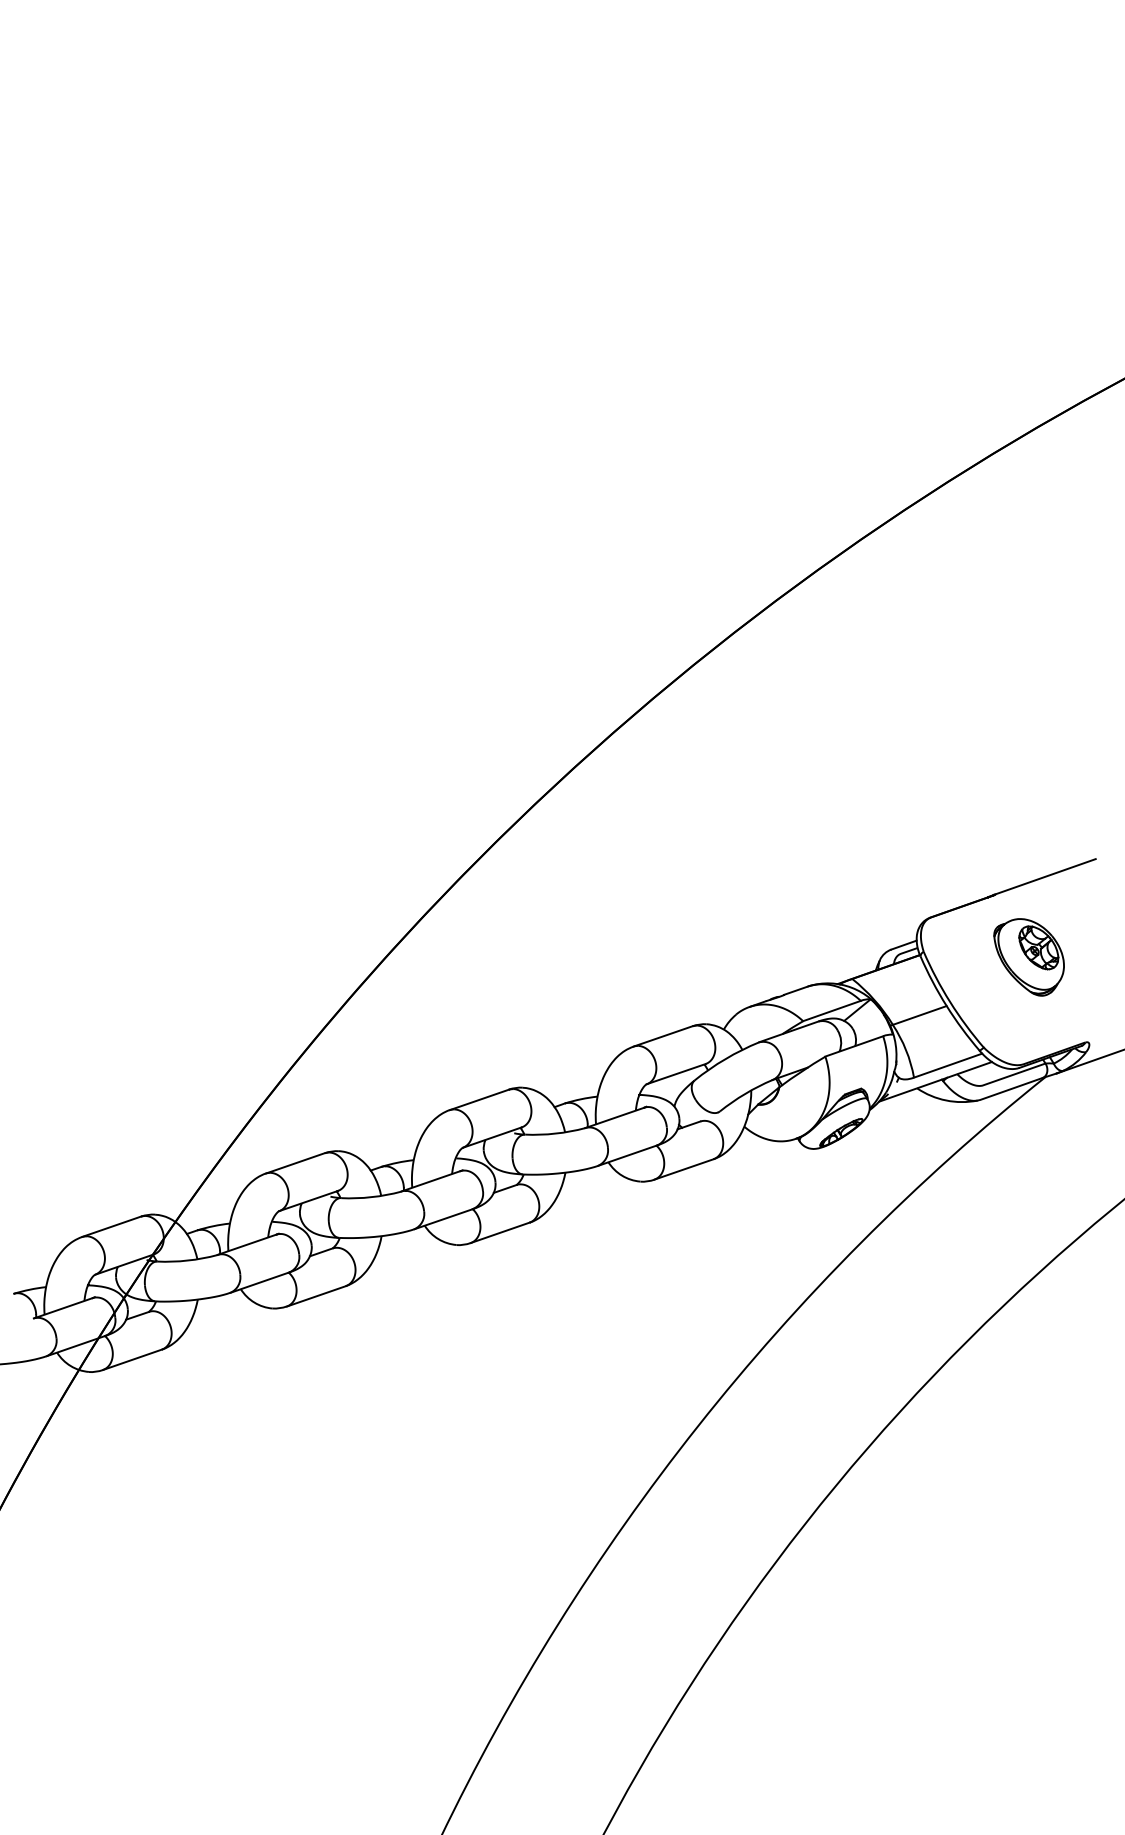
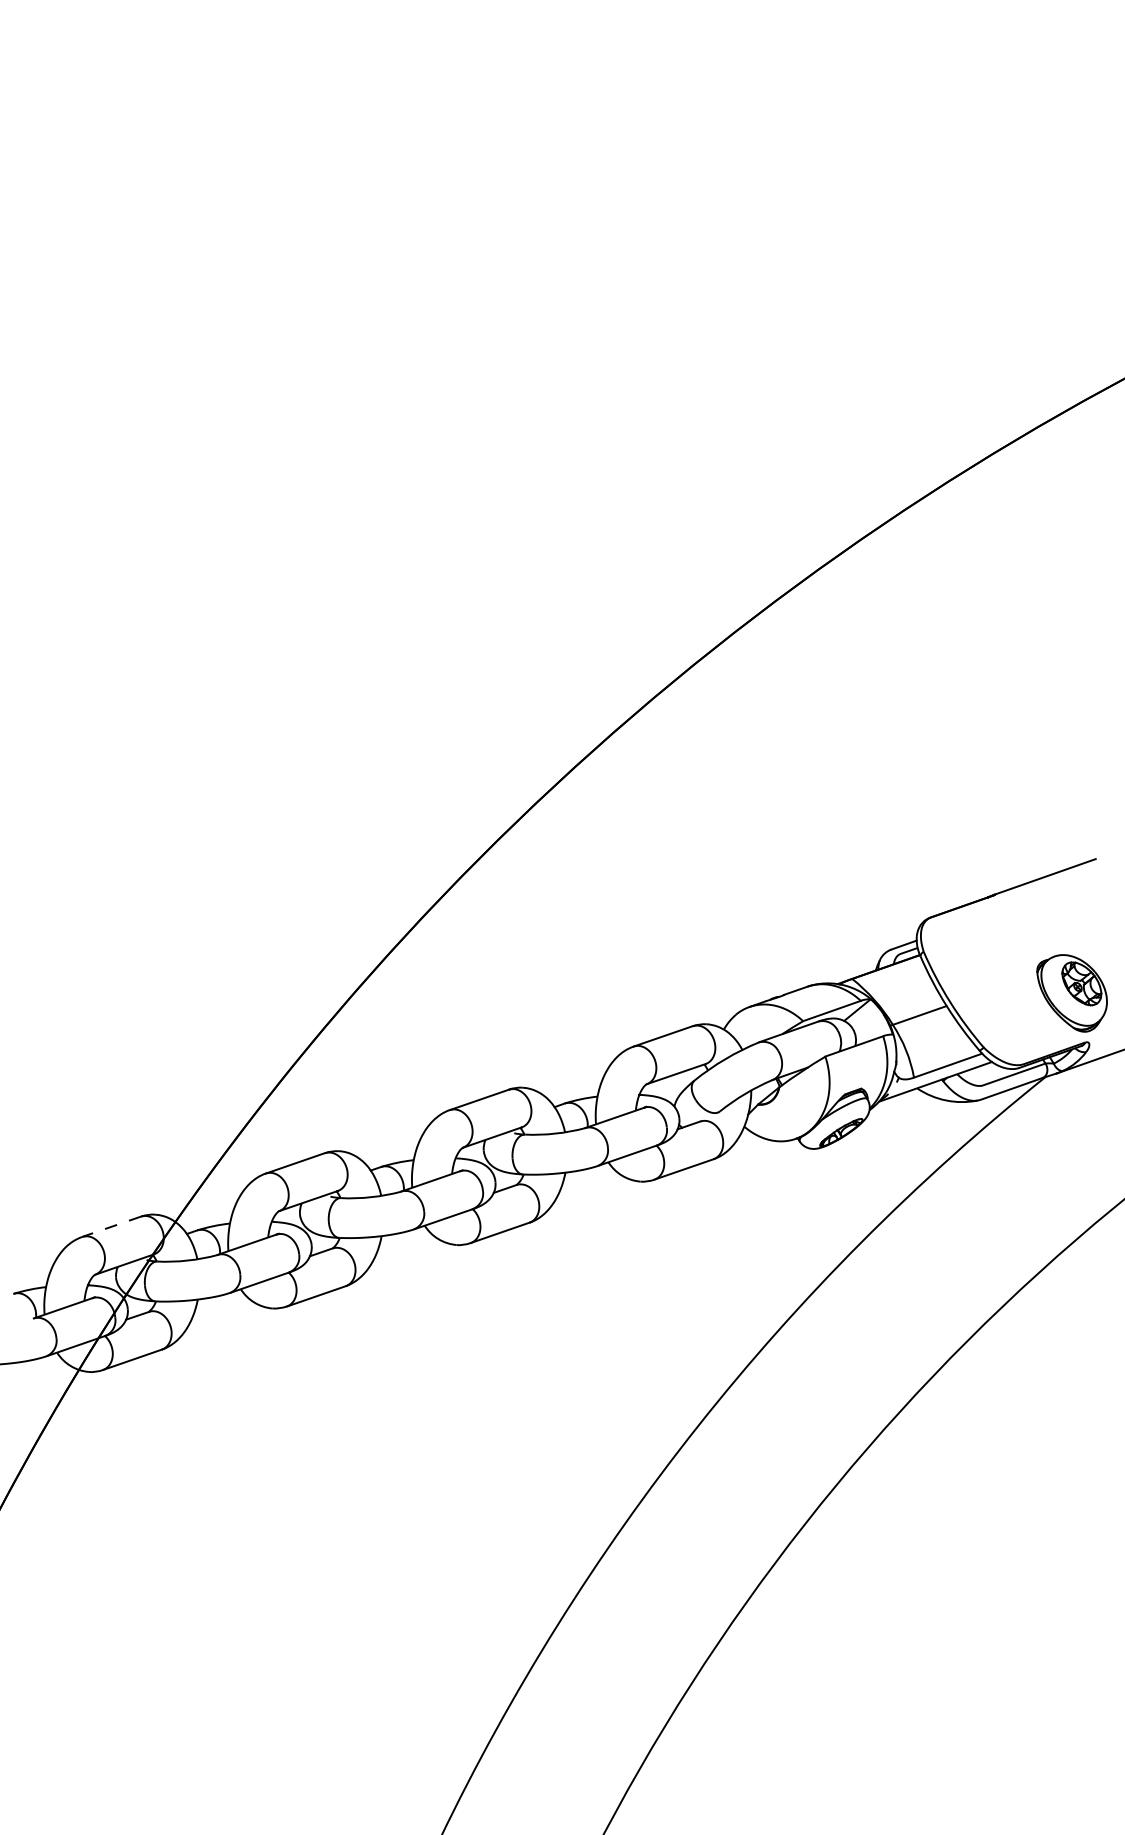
part at (1028, 957) position: (1028, 957) -> (1071, 993)
line at (111, 1226): solid -> dashed
